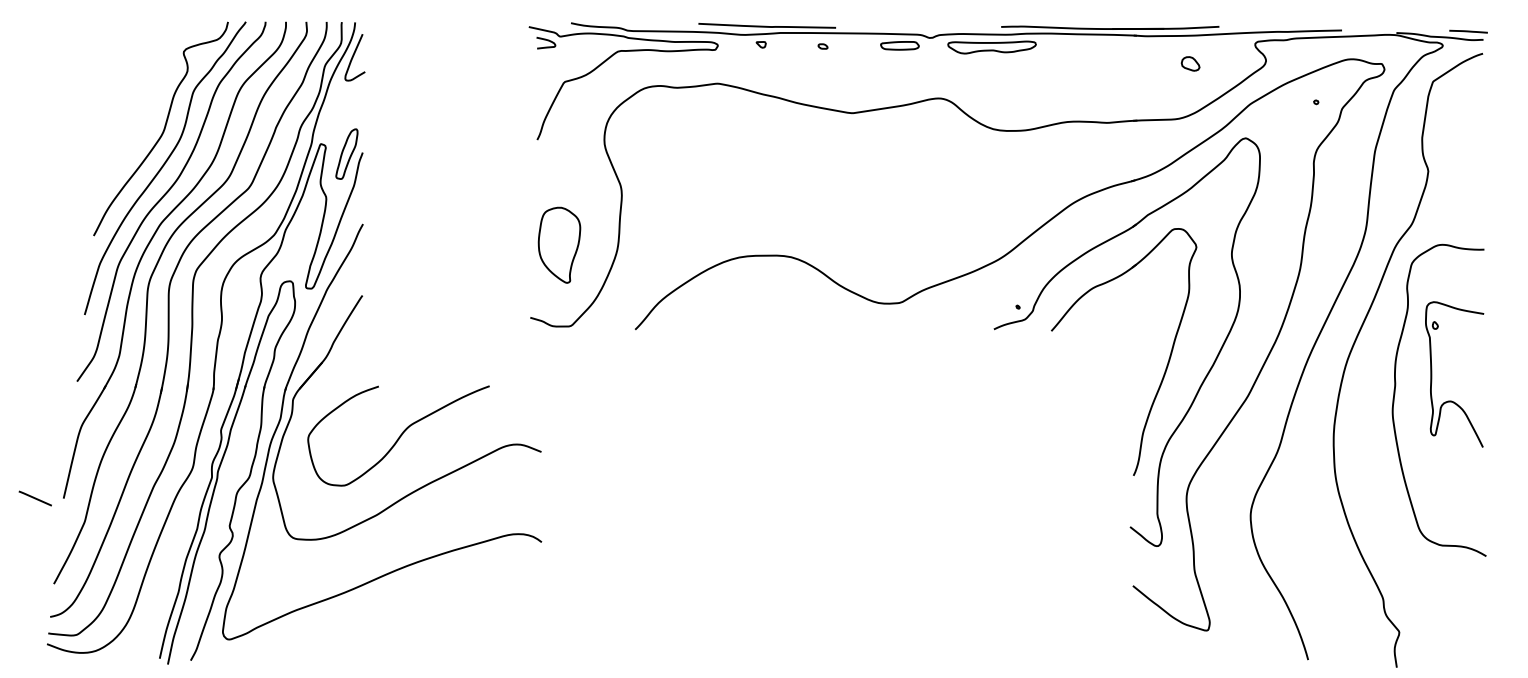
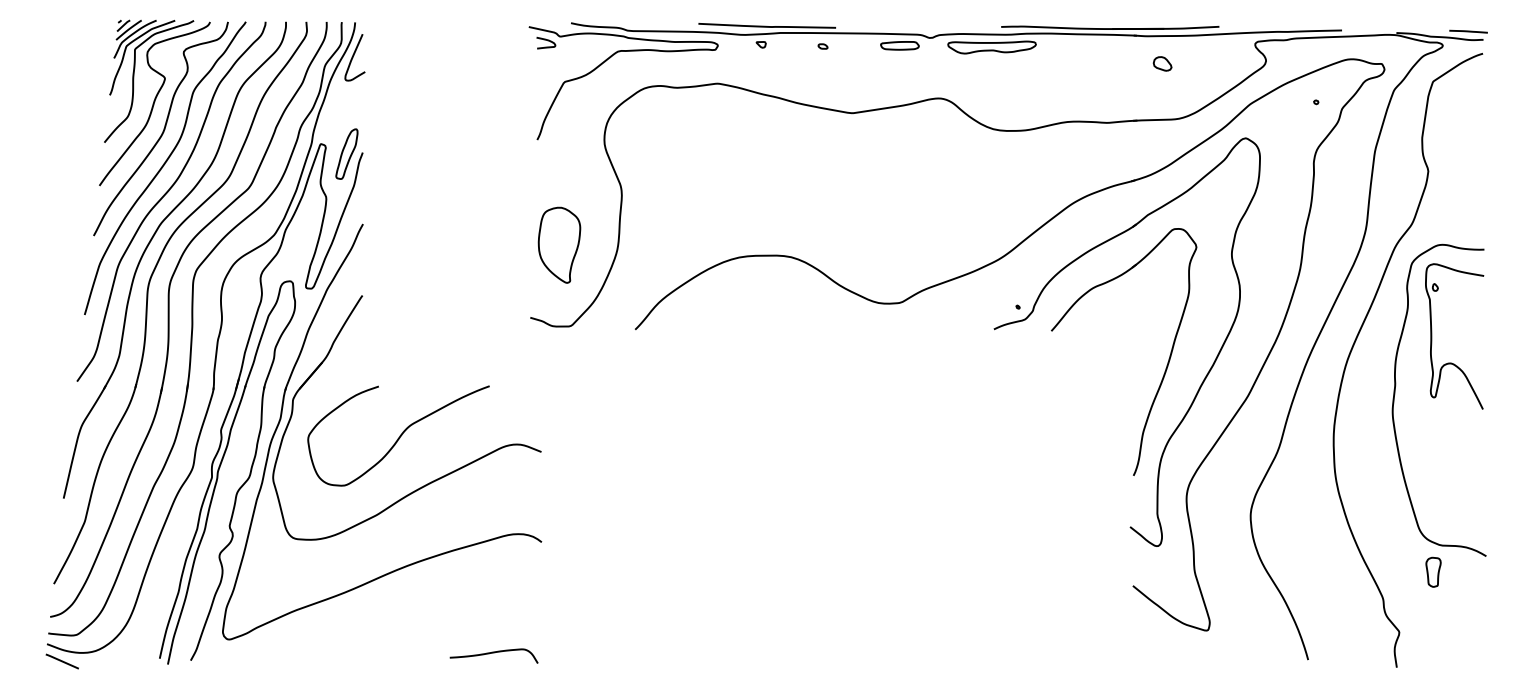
part at (1190, 63) position: (1190, 63) -> (1162, 63)
part at (154, 102): none -> present
part at (1432, 374) position: (1432, 374) -> (1432, 336)
line at (34, 498) position: (34, 498) -> (61, 661)
part at (1433, 571): none -> present
curve at (493, 653): none -> present
